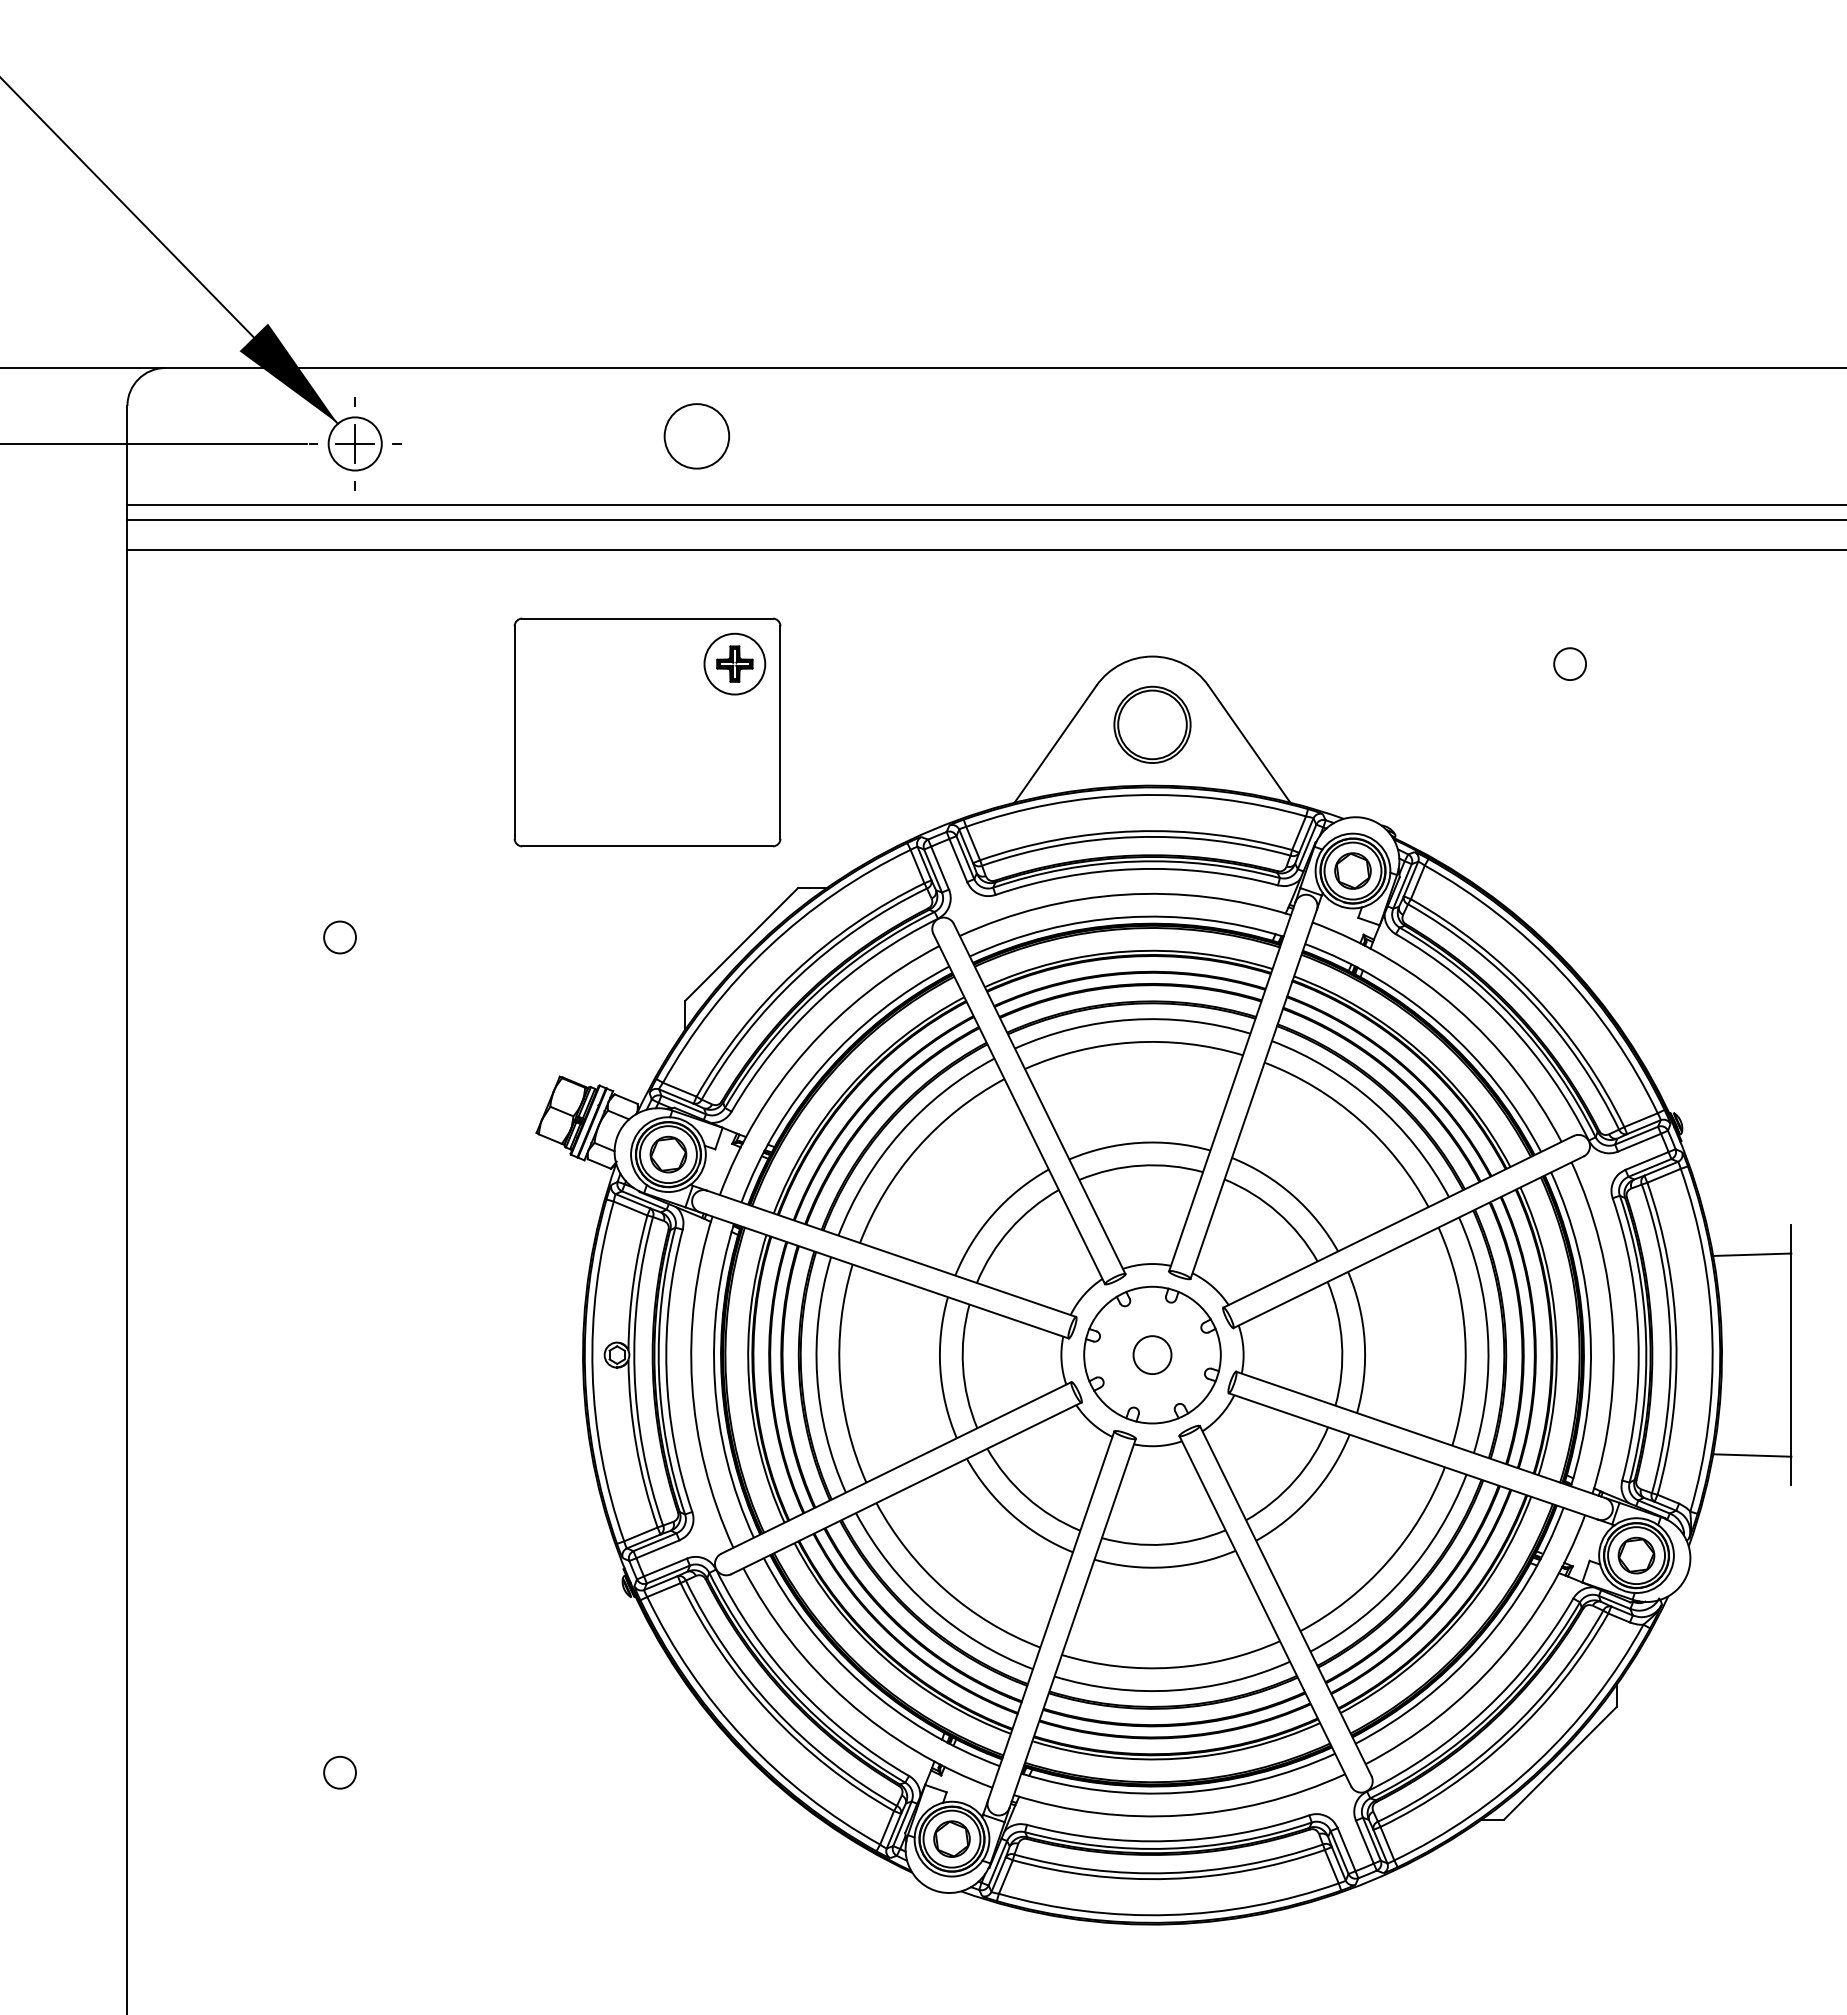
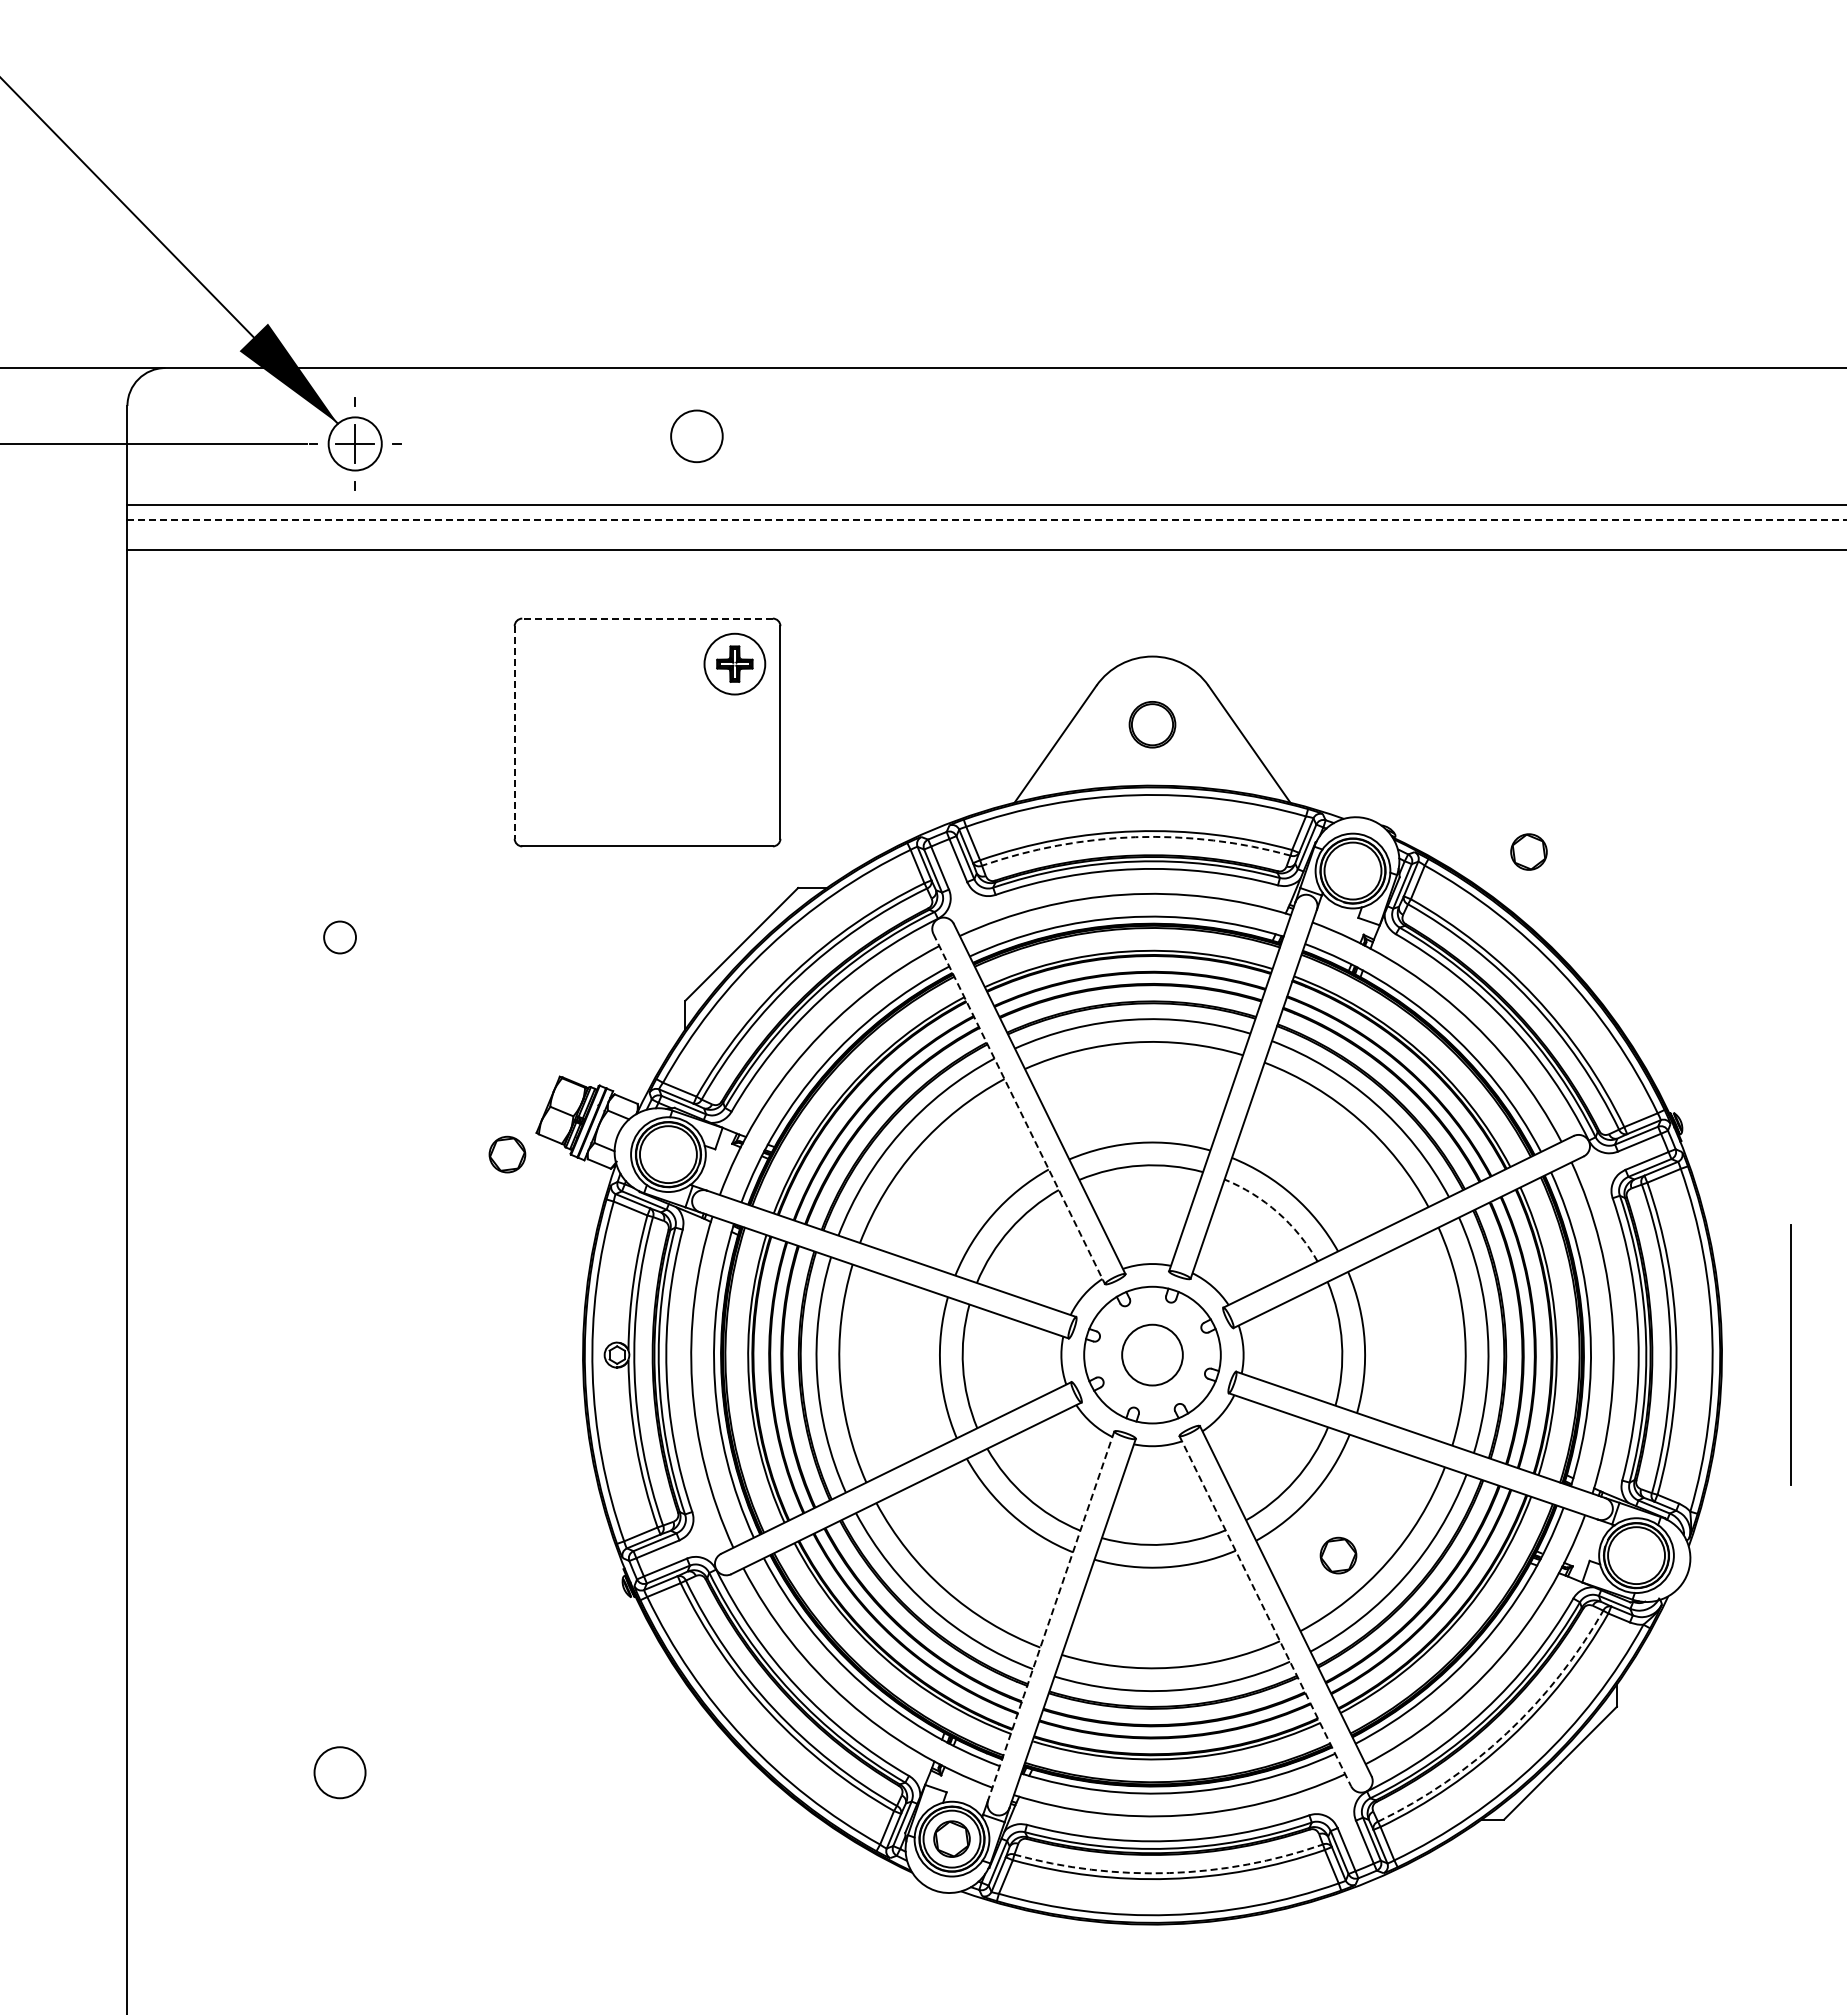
circle at (696, 436) diameter: 65 px -> 52 px
line at (987, 519): solid -> dashed
line at (647, 618): solid -> dashed
circle at (1569, 663): present -> none
part at (1152, 724) size: 79x79 px -> 49x48 px
line at (514, 733): solid -> dashed
arc at (1135, 837): solid -> dashed
part at (1352, 870) position: (1352, 870) -> (1528, 851)
line at (1019, 1109): solid -> dashed
part at (668, 1154) position: (668, 1154) -> (507, 1154)
arc at (1278, 1212): solid -> dashed
line at (1752, 1254): present -> none
circle at (1152, 1355) diameter: 38 px -> 61 px
line at (1752, 1455): present -> none
part at (1636, 1555) position: (1636, 1555) -> (1338, 1555)
line at (1265, 1611): solid -> dashed
line at (1051, 1615): solid -> dashed
arc at (1506, 1733): solid -> dashed
circle at (340, 1772) diameter: 32 px -> 51 px
arc at (1169, 1873): solid -> dashed
